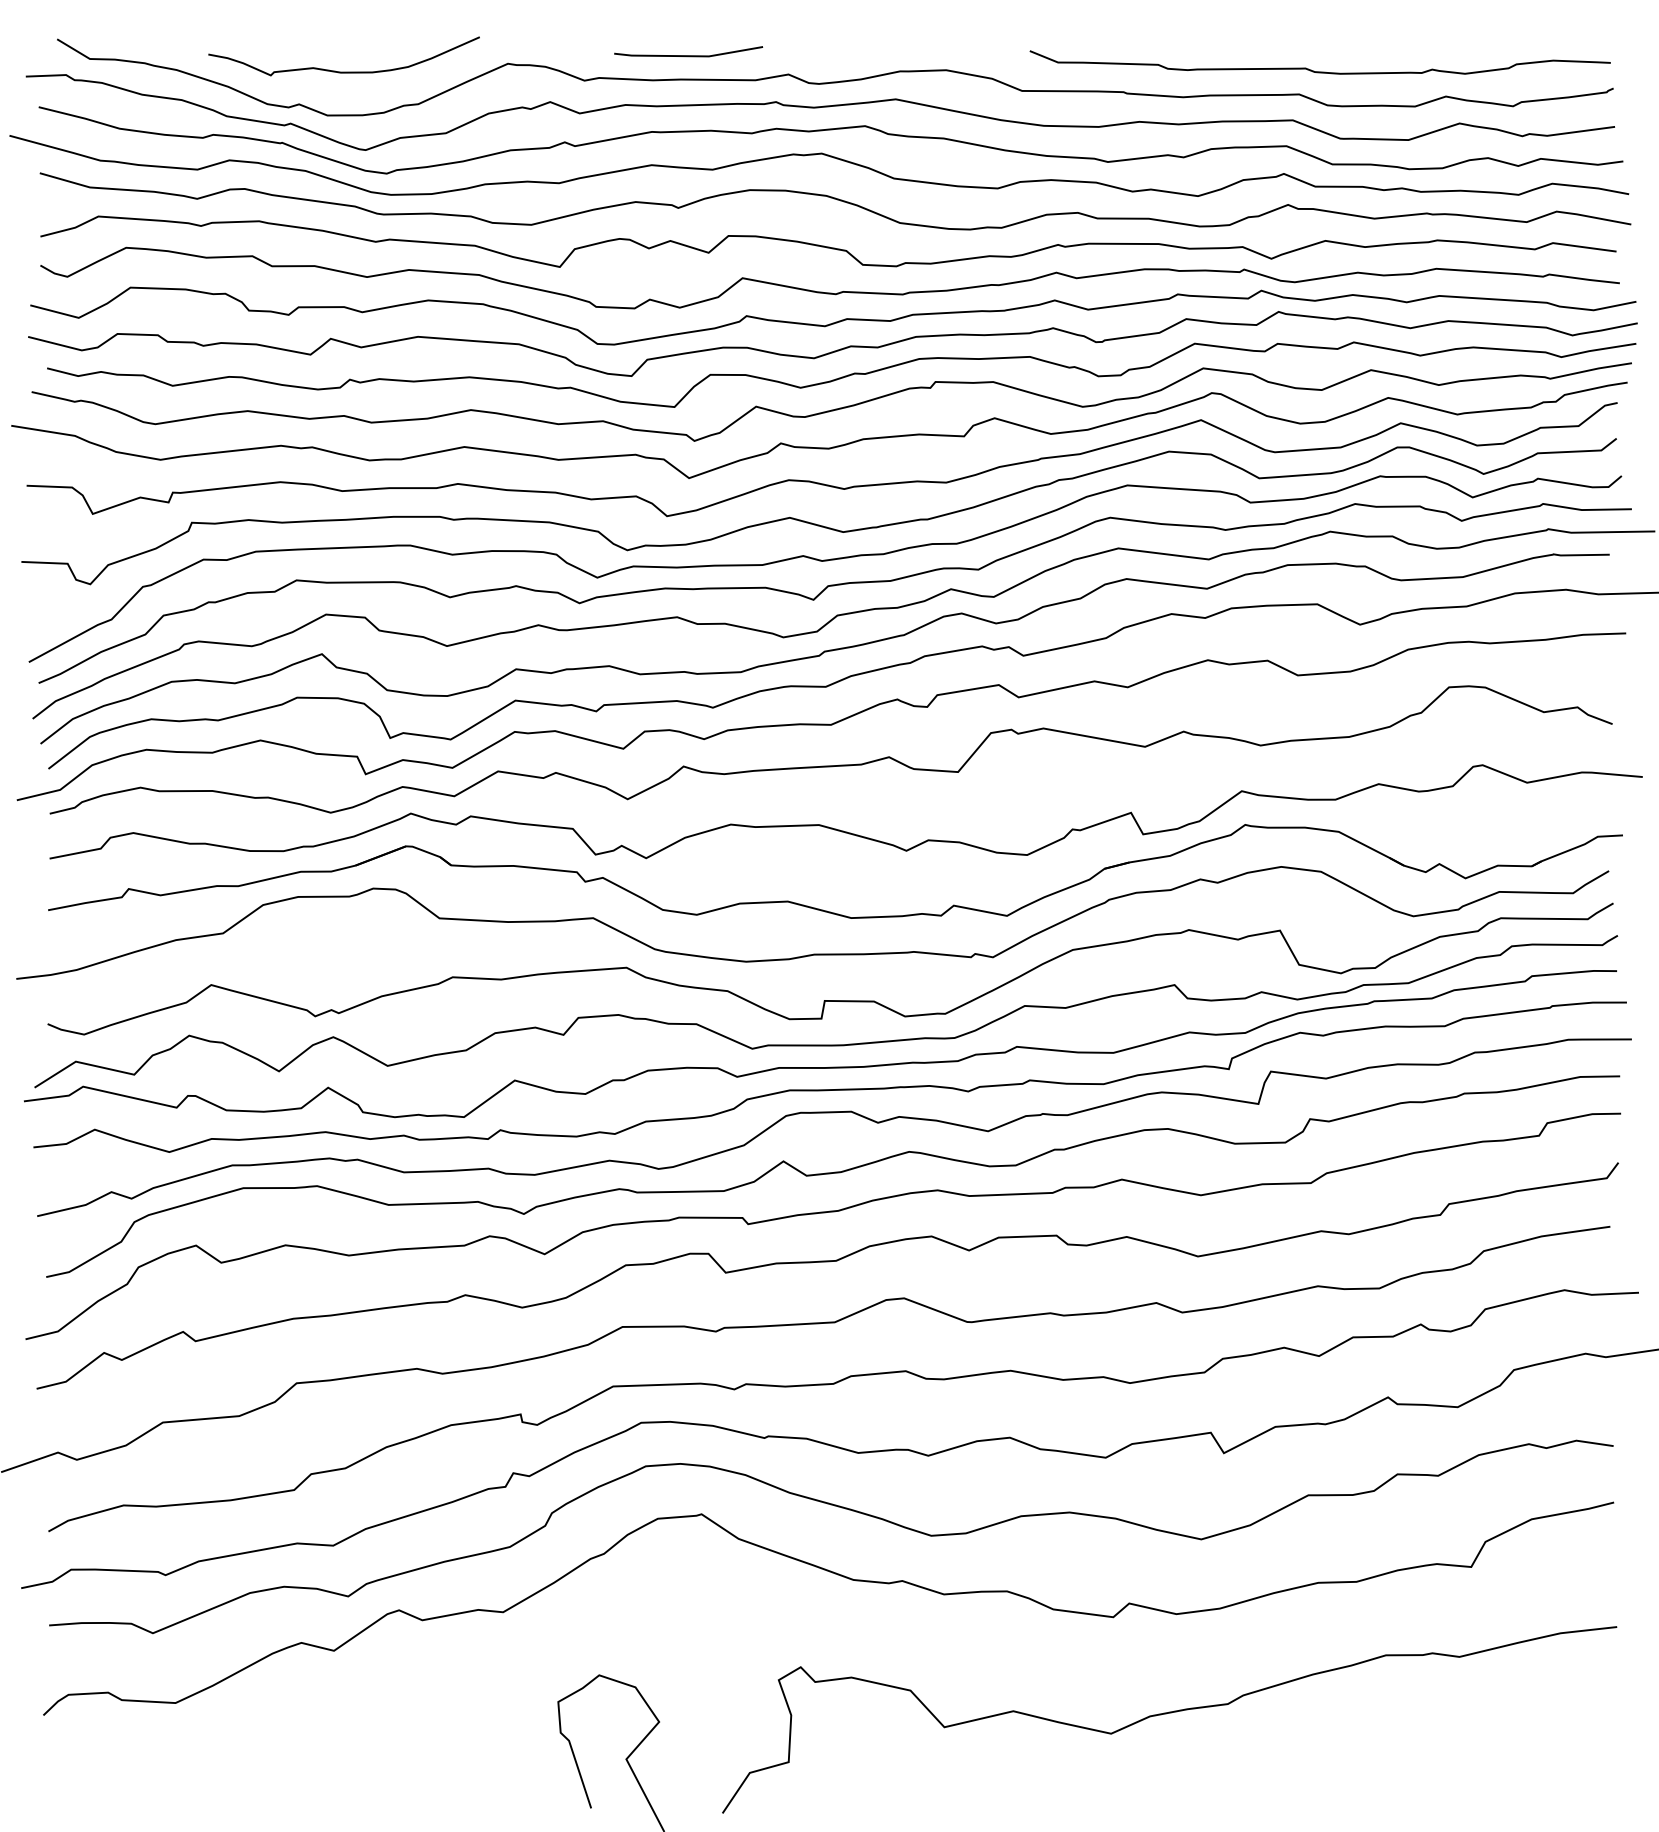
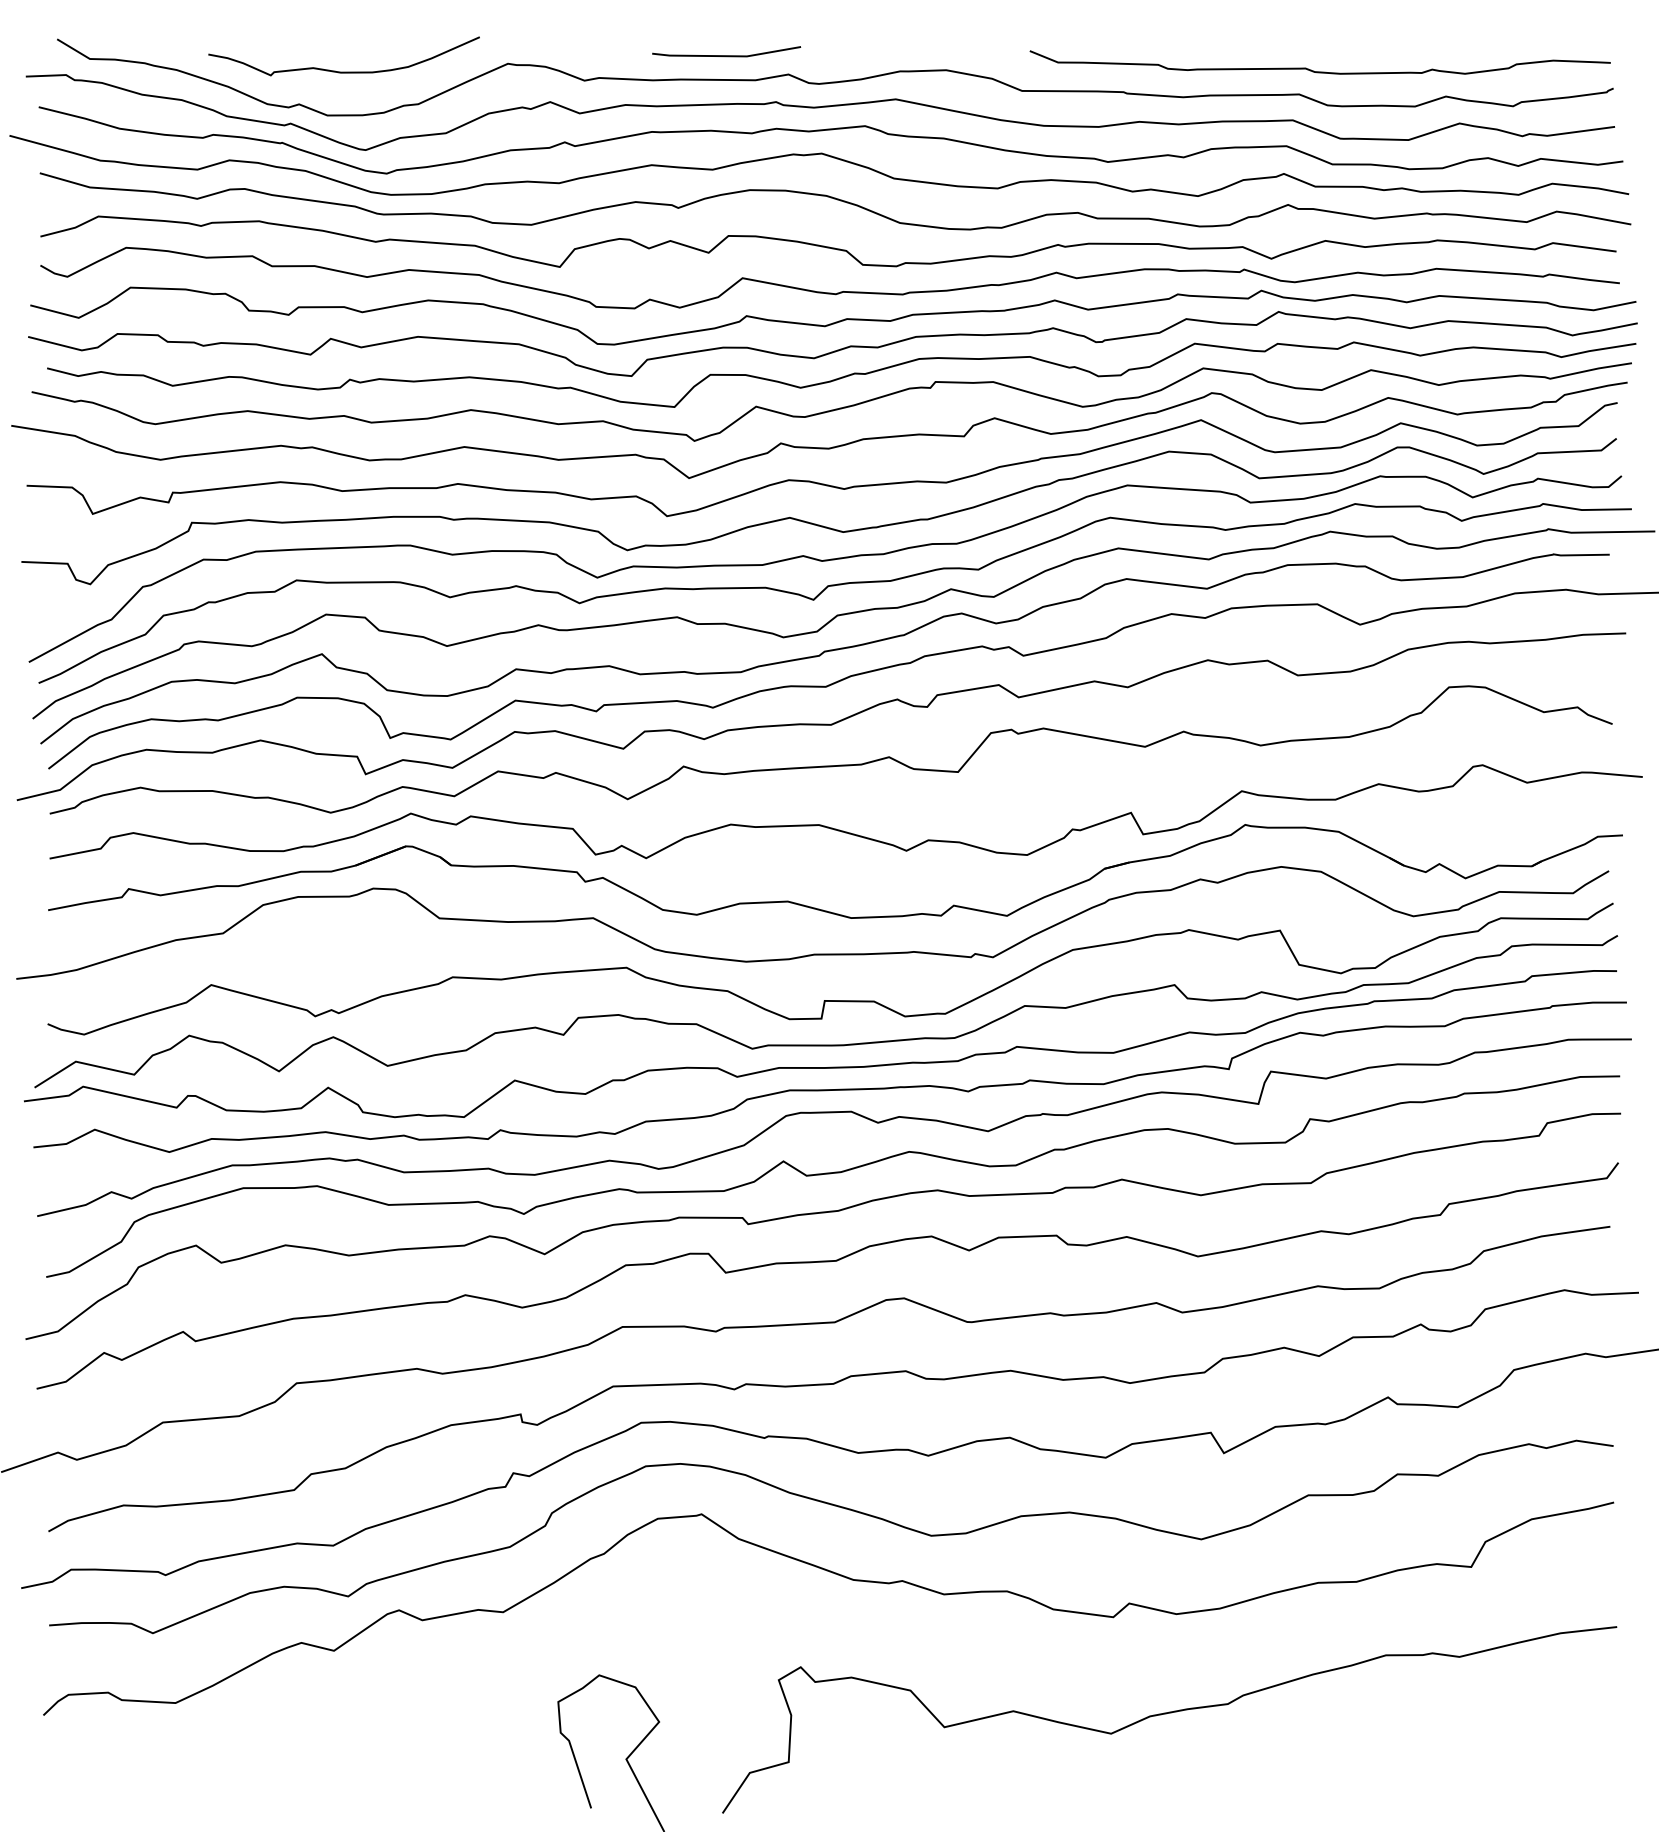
line at (688, 55) position: (688, 55) -> (726, 55)
